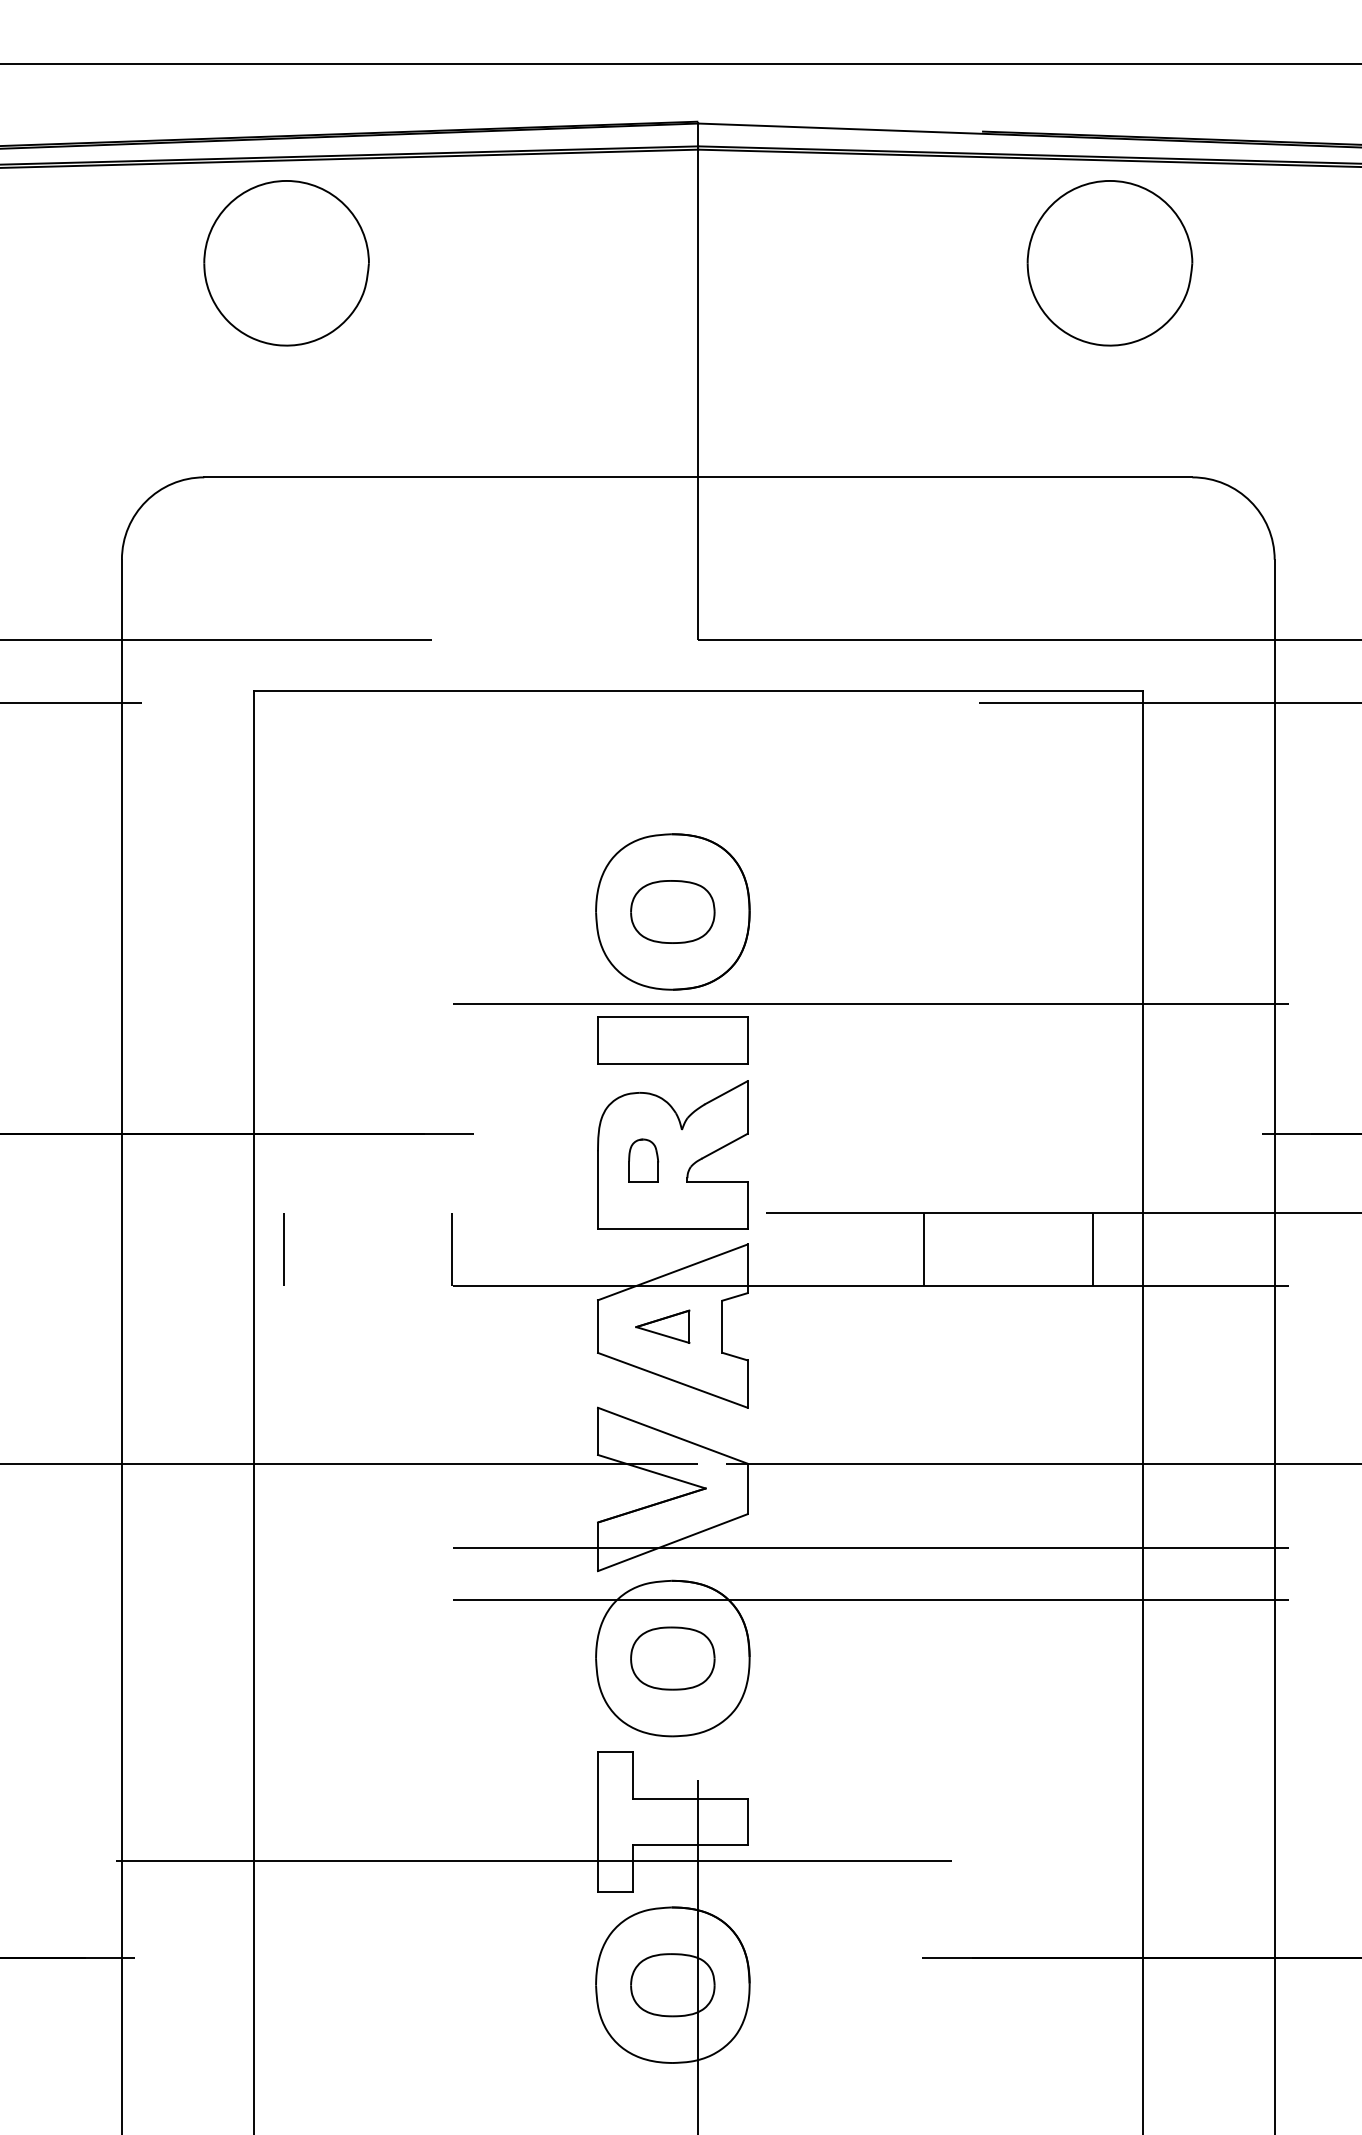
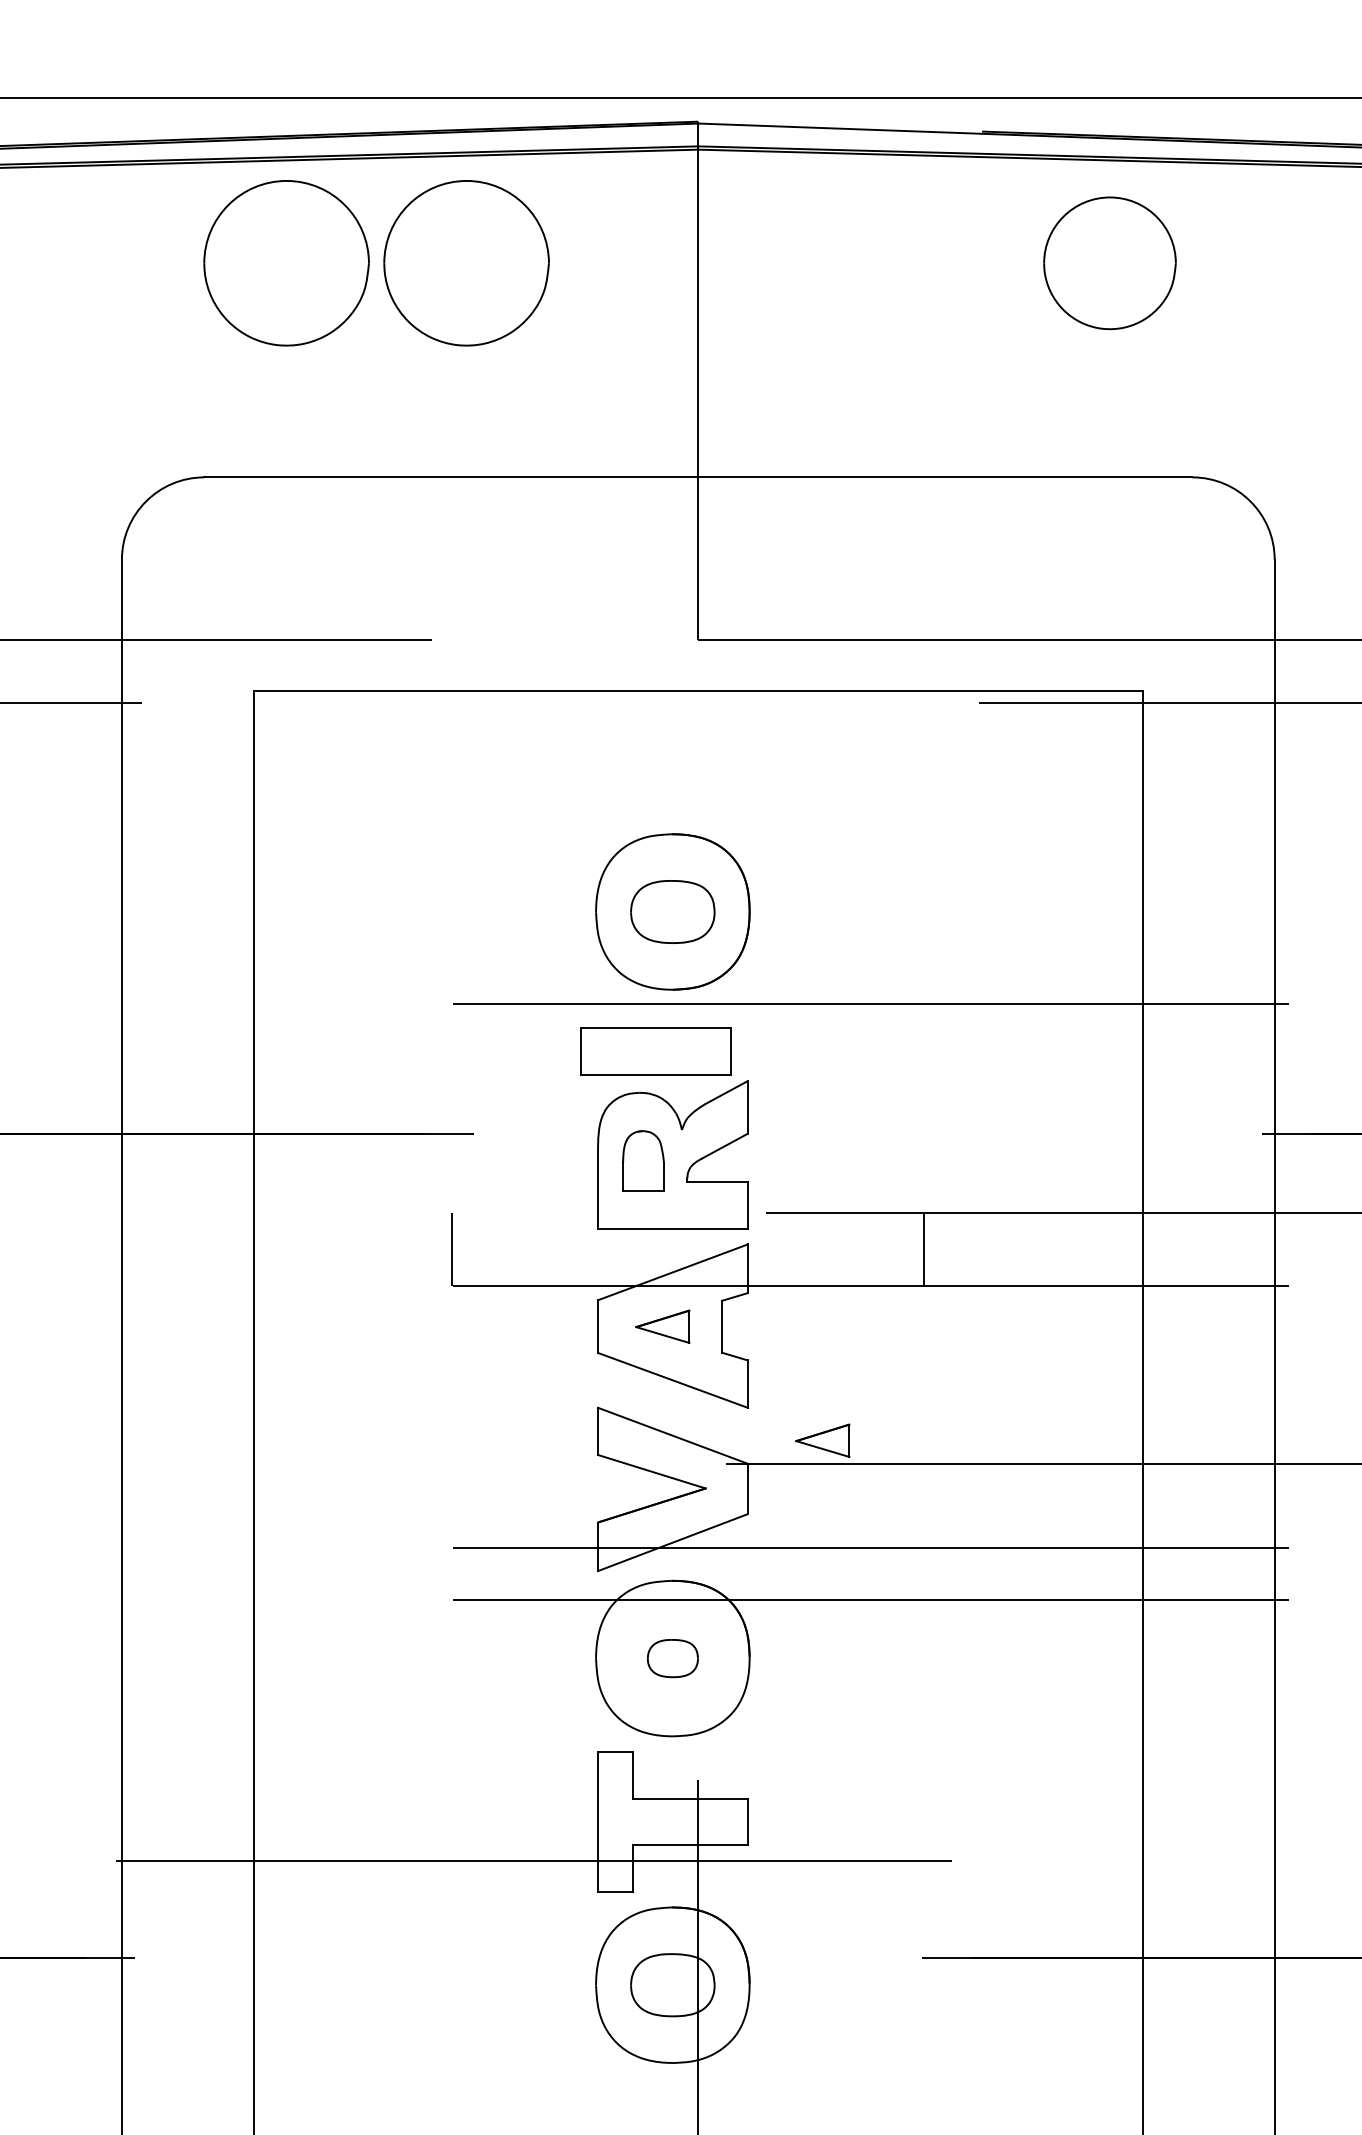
line at (680, 64) position: (680, 64) -> (680, 98)
part at (466, 263): none -> present
part at (1109, 263) size: 168x167 px -> 134x135 px
part at (672, 1040) position: (672, 1040) -> (655, 1051)
part at (643, 1160) size: 32x45 px -> 43x62 px
line at (283, 1249): present -> none
line at (1093, 1249): present -> none
part at (822, 1440): none -> present
line at (350, 1463): present -> none
part at (672, 1658) size: 86x65 px -> 52x40 px
